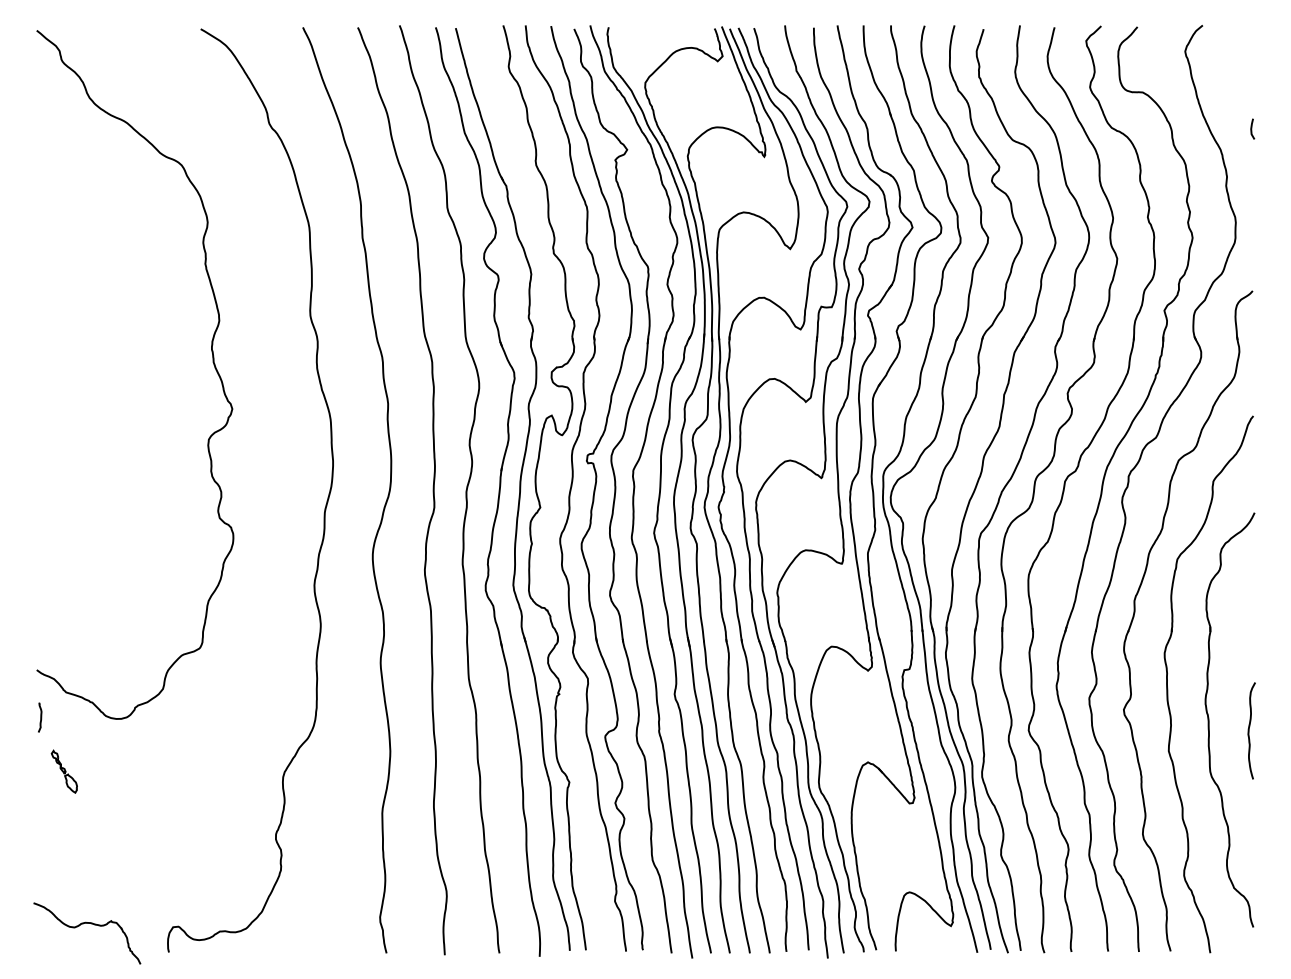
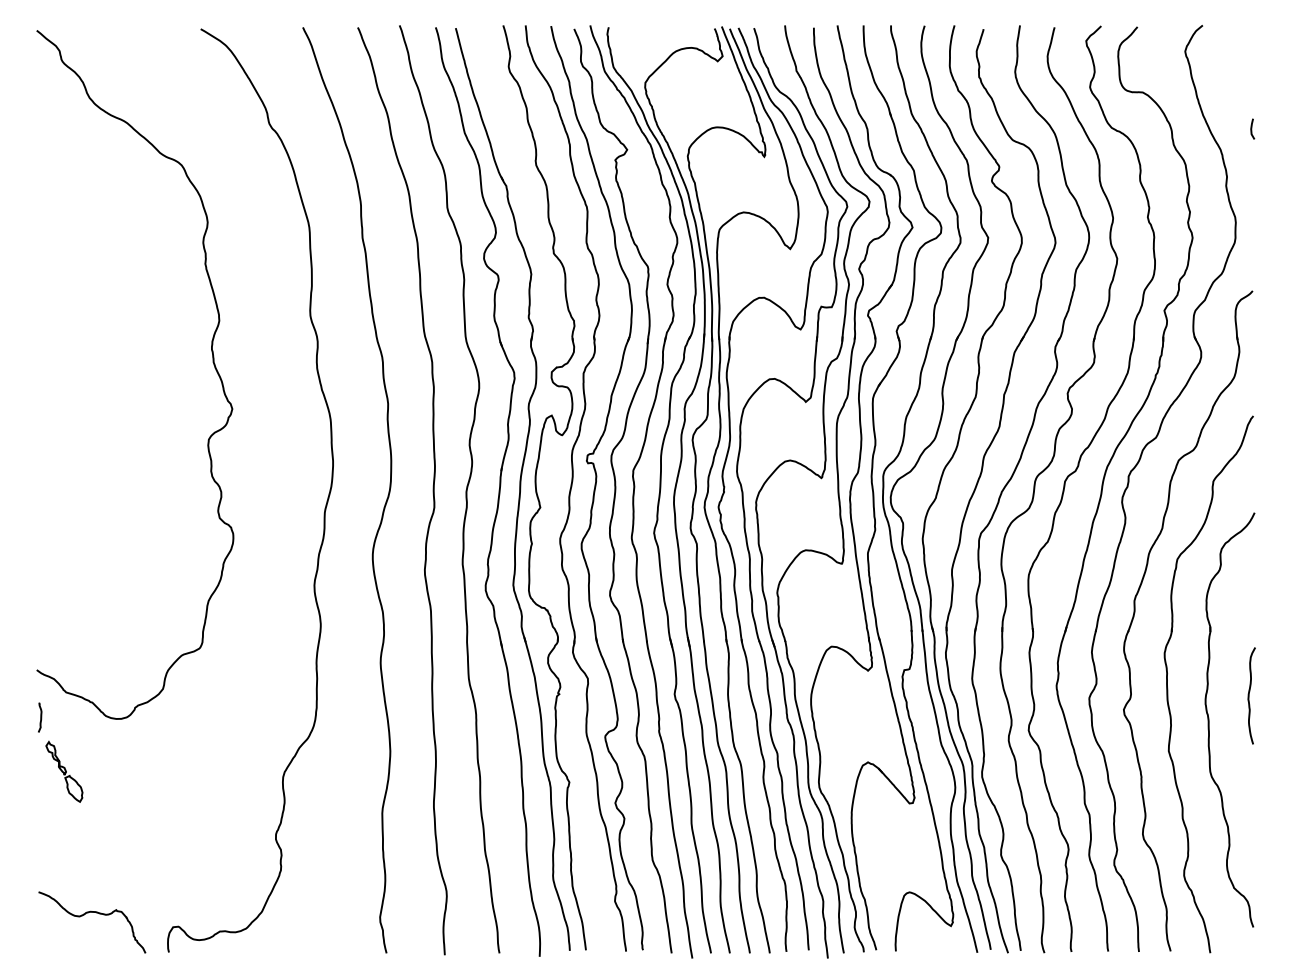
curve at (1249, 730) position: (1249, 730) -> (1249, 695)
part at (63, 771) size: 28x45 px -> 39x63 px
curve at (83, 924) position: (83, 924) -> (88, 913)
